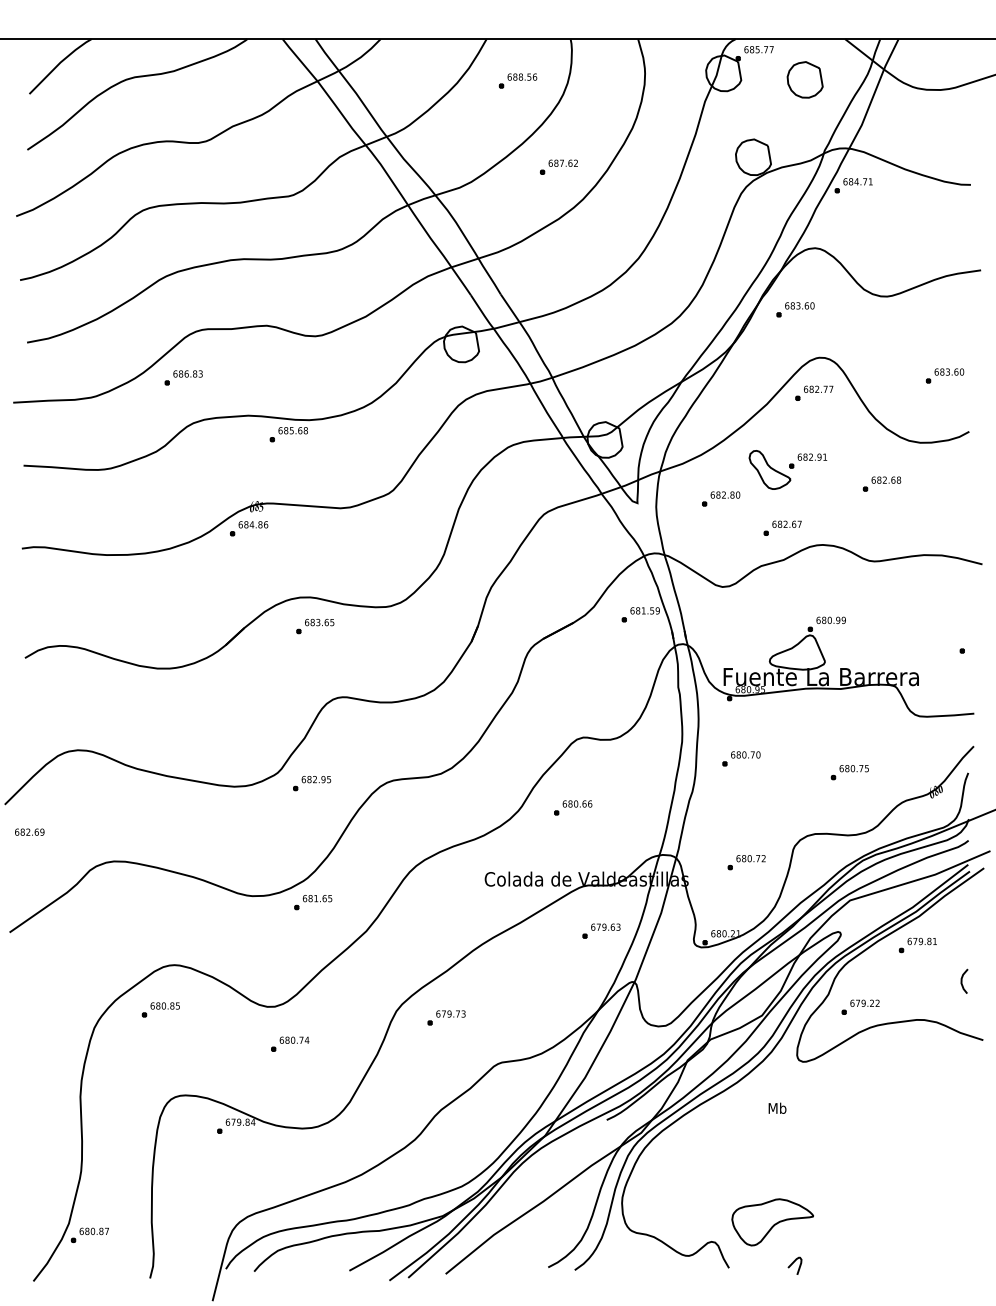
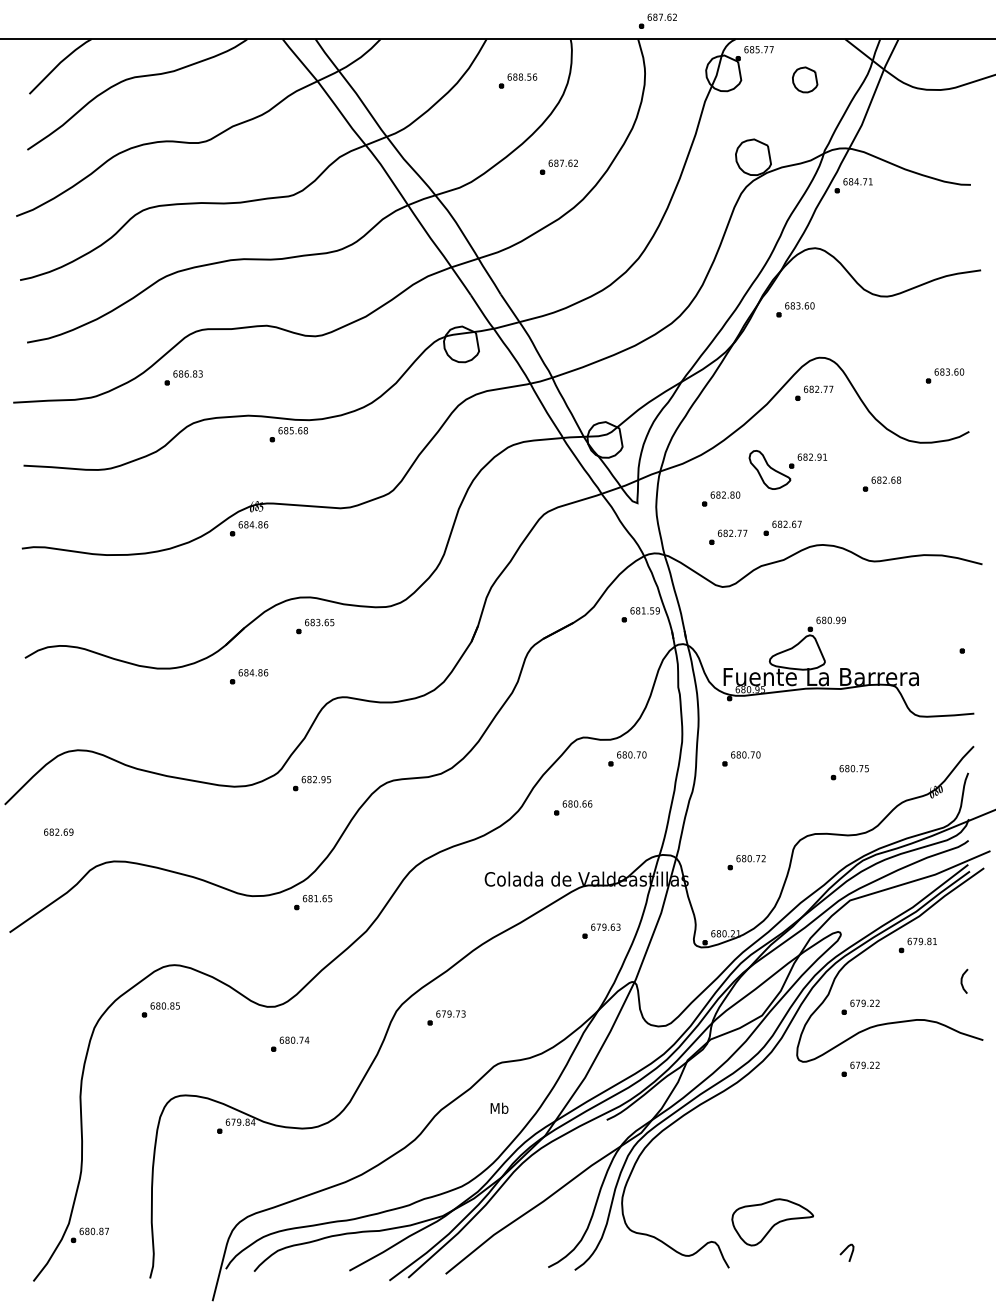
part at (657, 20): none -> present
part at (804, 79) size: 38x38 px -> 27x28 px
part at (728, 536): none -> present
part at (249, 676): none -> present
part at (627, 758): none -> present
text at (29, 831) position: (29, 831) -> (58, 831)
part at (860, 1068): none -> present
text at (777, 1107) position: (777, 1107) -> (499, 1107)
curve at (793, 1263) position: (793, 1263) -> (845, 1250)
